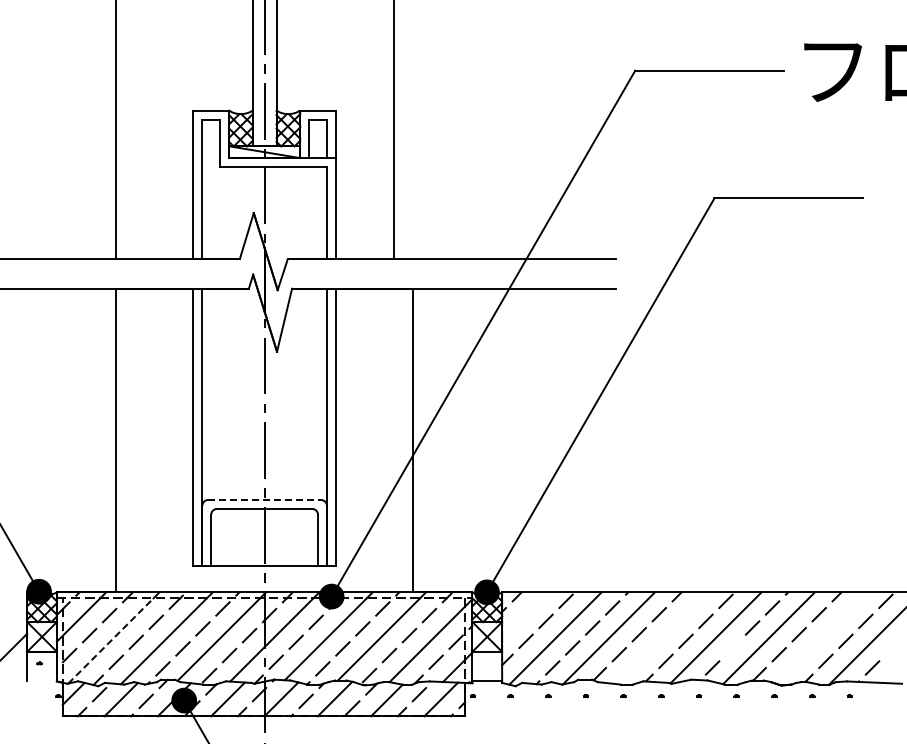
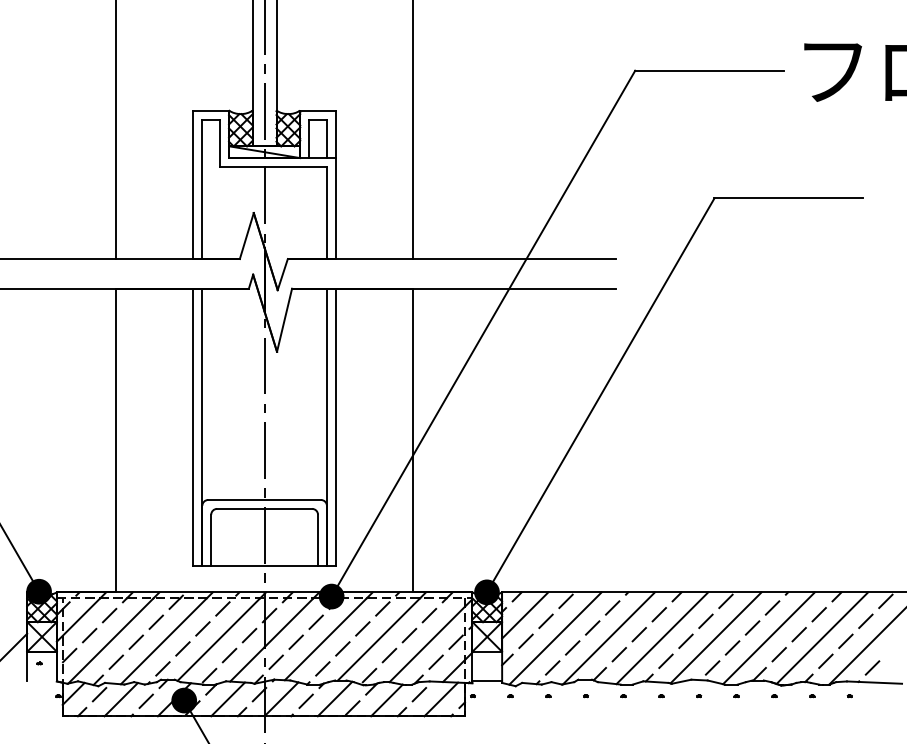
line at (394, 130) position: (394, 130) -> (413, 130)
line at (265, 499): dashed -> solid
line at (525, 615): none -> present
line at (822, 637): none -> present
line at (662, 638): none -> present
line at (111, 640): dashed -> solid
line at (732, 647): none -> present
